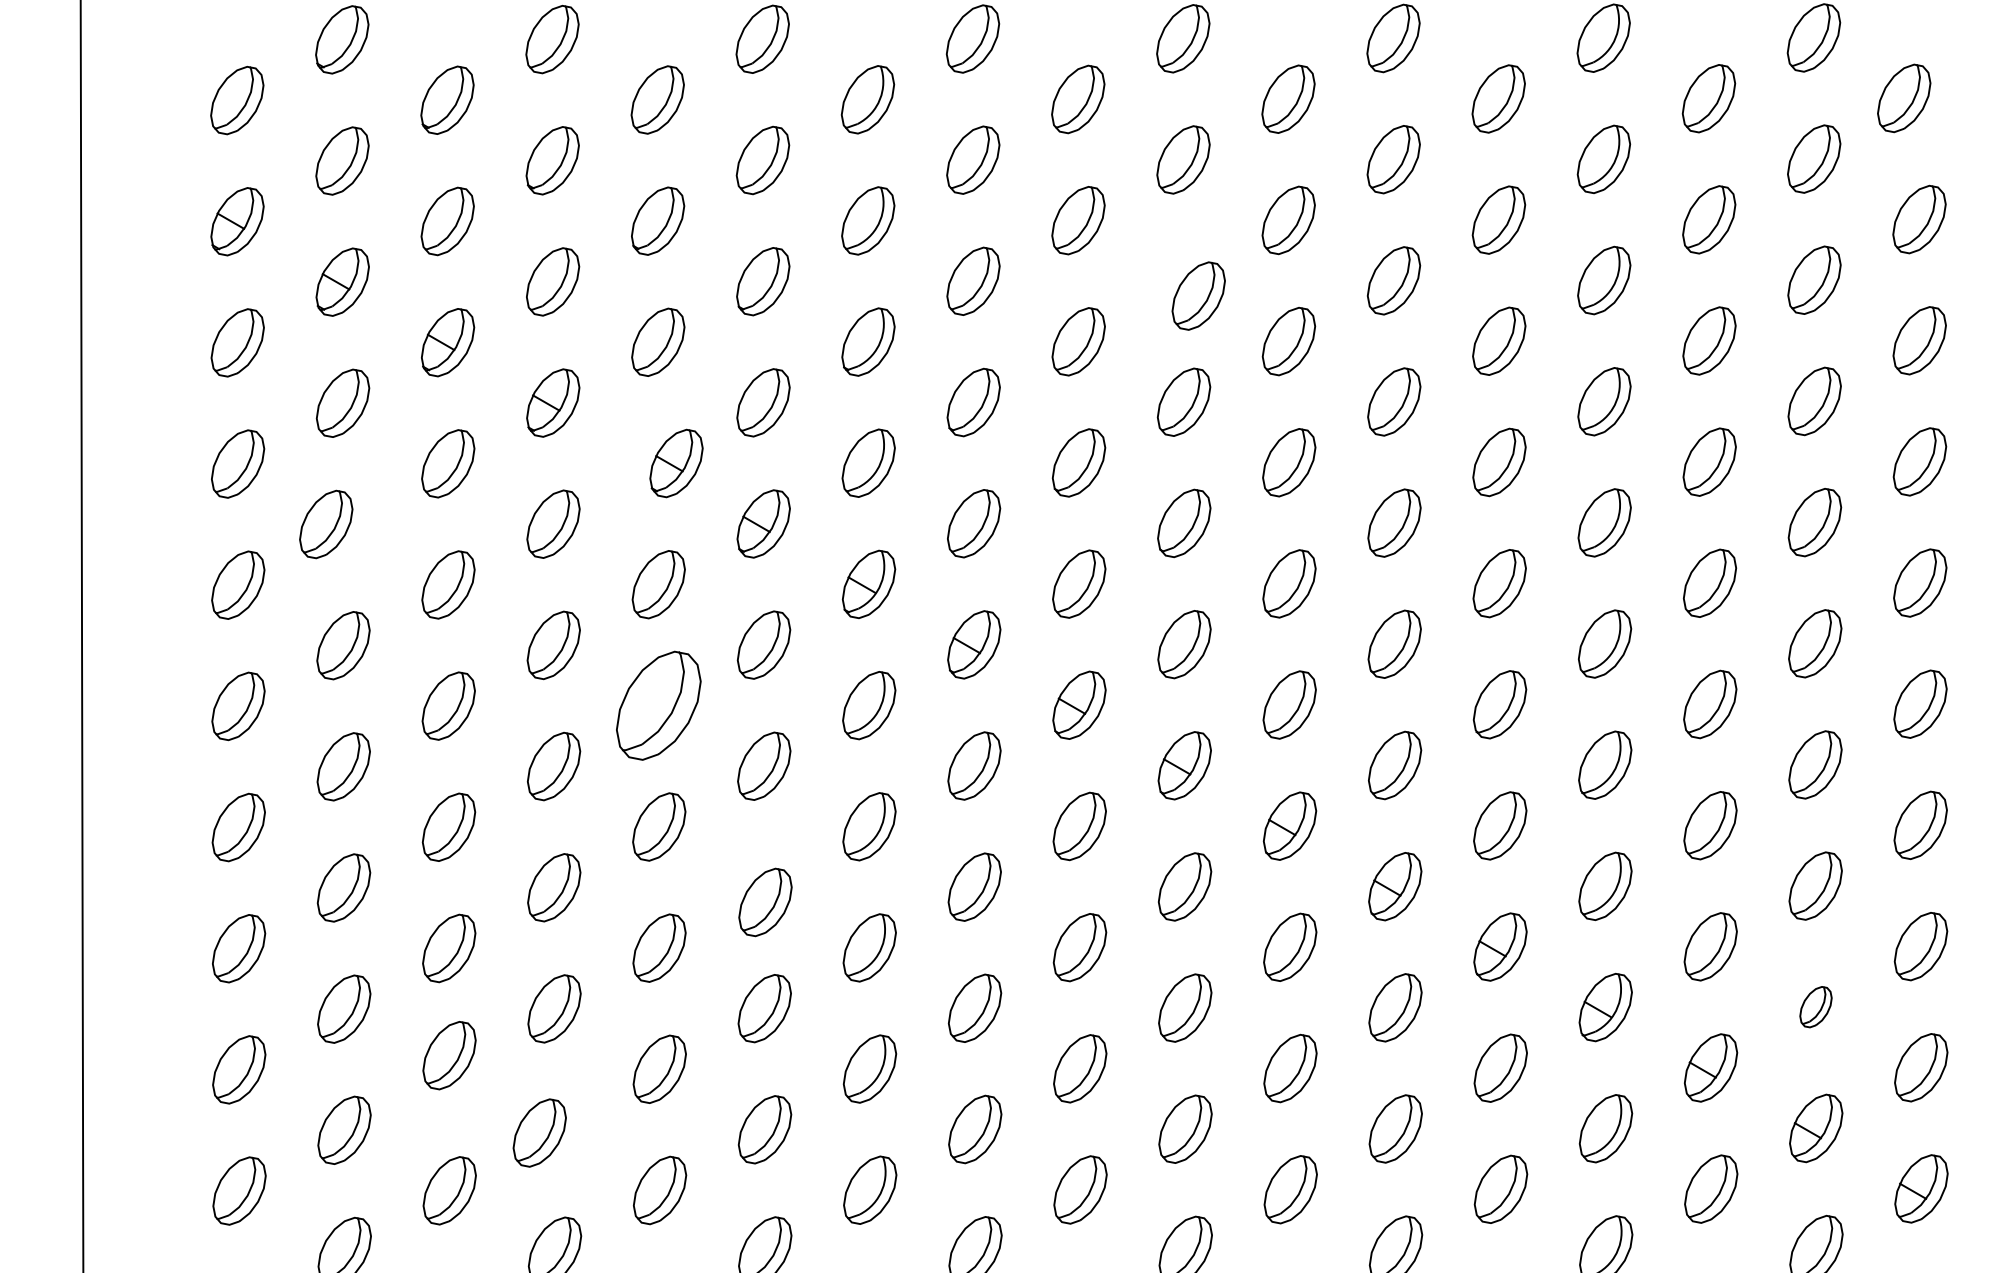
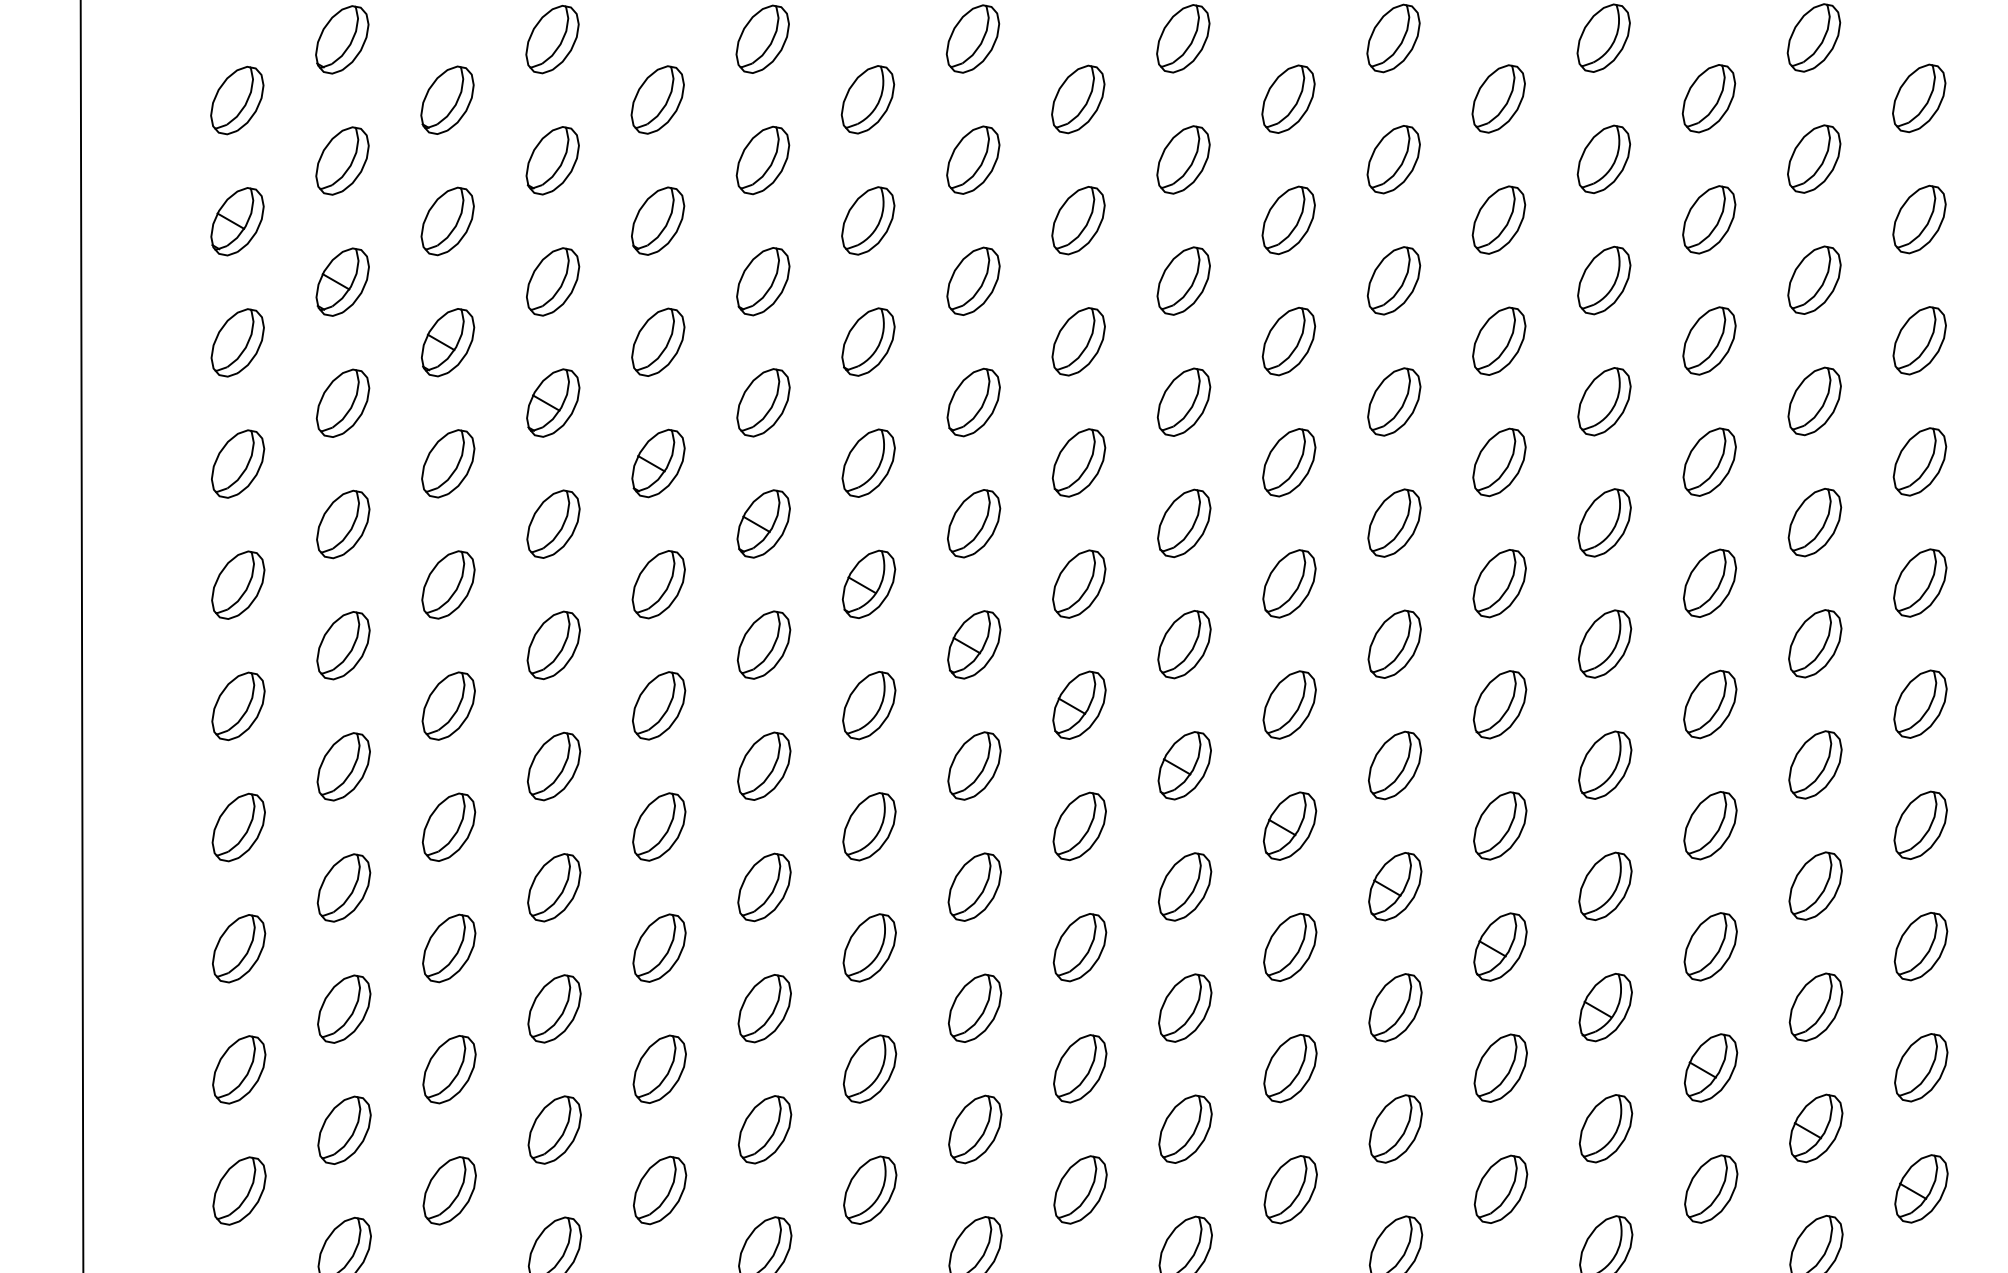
part at (1904, 98) position: (1904, 98) -> (1919, 98)
part at (1198, 295) position: (1198, 295) -> (1183, 280)
part at (676, 463) position: (676, 463) -> (658, 463)
part at (326, 524) position: (326, 524) -> (343, 524)
part at (658, 705) size: 86x111 px -> 55x70 px
part at (765, 902) position: (765, 902) -> (764, 887)
part at (1815, 1007) size: 34x43 px -> 56x70 px
part at (449, 1055) position: (449, 1055) -> (449, 1069)
part at (539, 1132) position: (539, 1132) -> (554, 1129)
